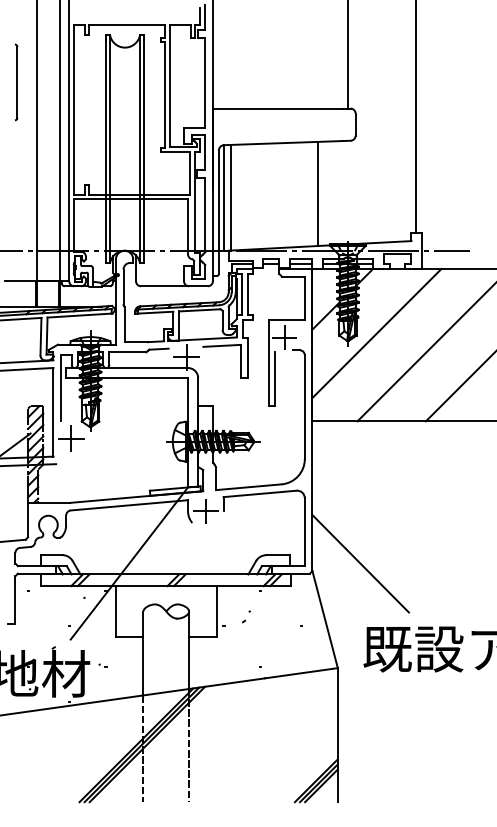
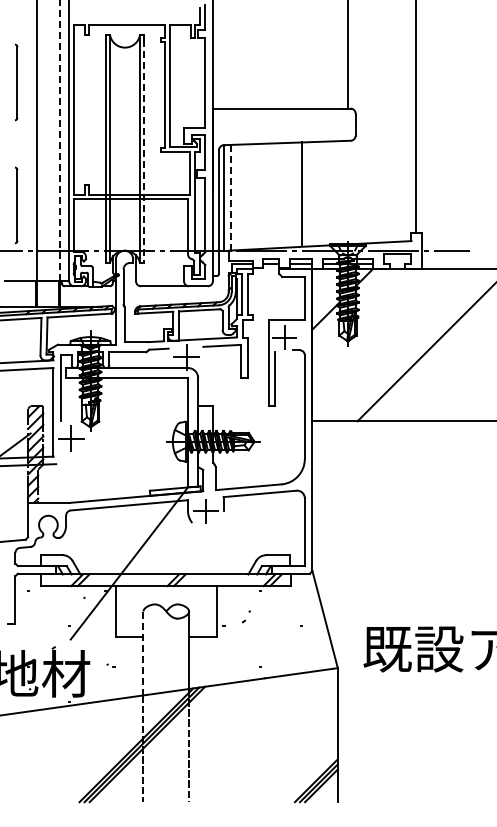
line at (59, 140): solid -> dashed
line at (144, 151): solid -> dashed
line at (317, 193) position: (317, 193) -> (301, 193)
line at (231, 197): solid -> dashed
part at (16, 205): none -> present
line at (376, 333): present -> none
line at (459, 387): present -> none
line at (360, 563): present -> none
line at (143, 653): solid -> dashed
part at (102, 665) position: (102, 665) -> (110, 665)
